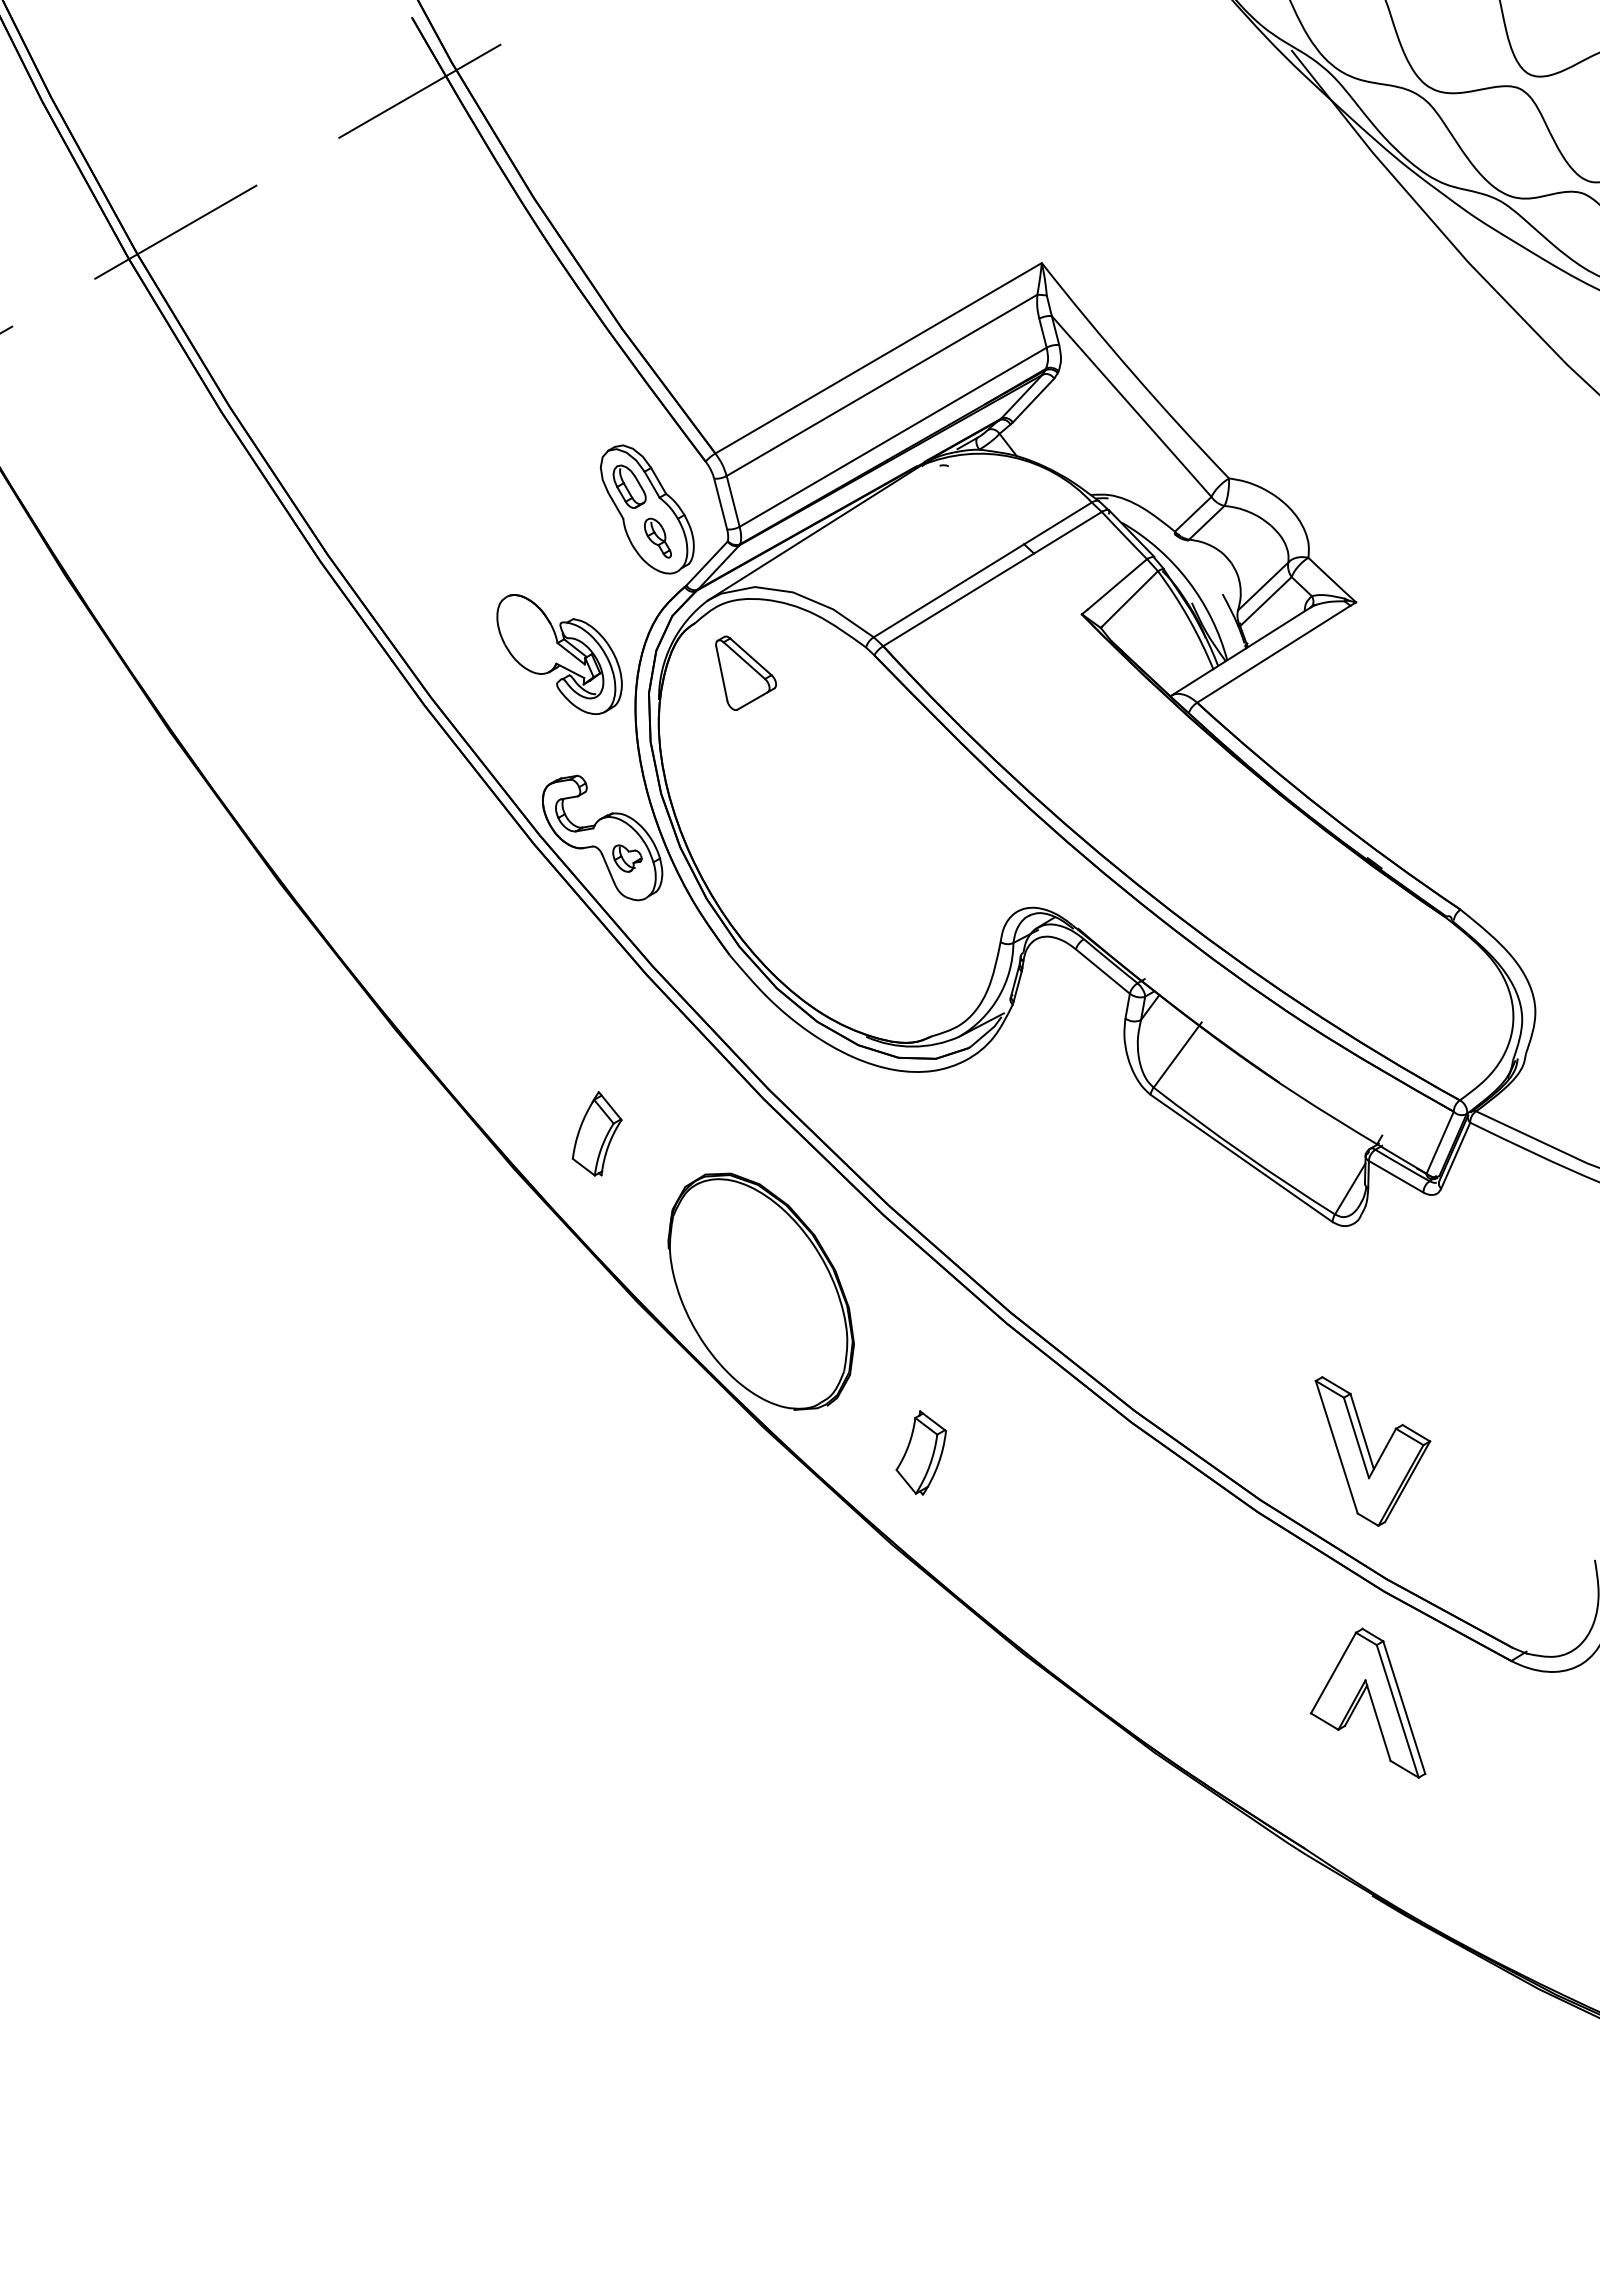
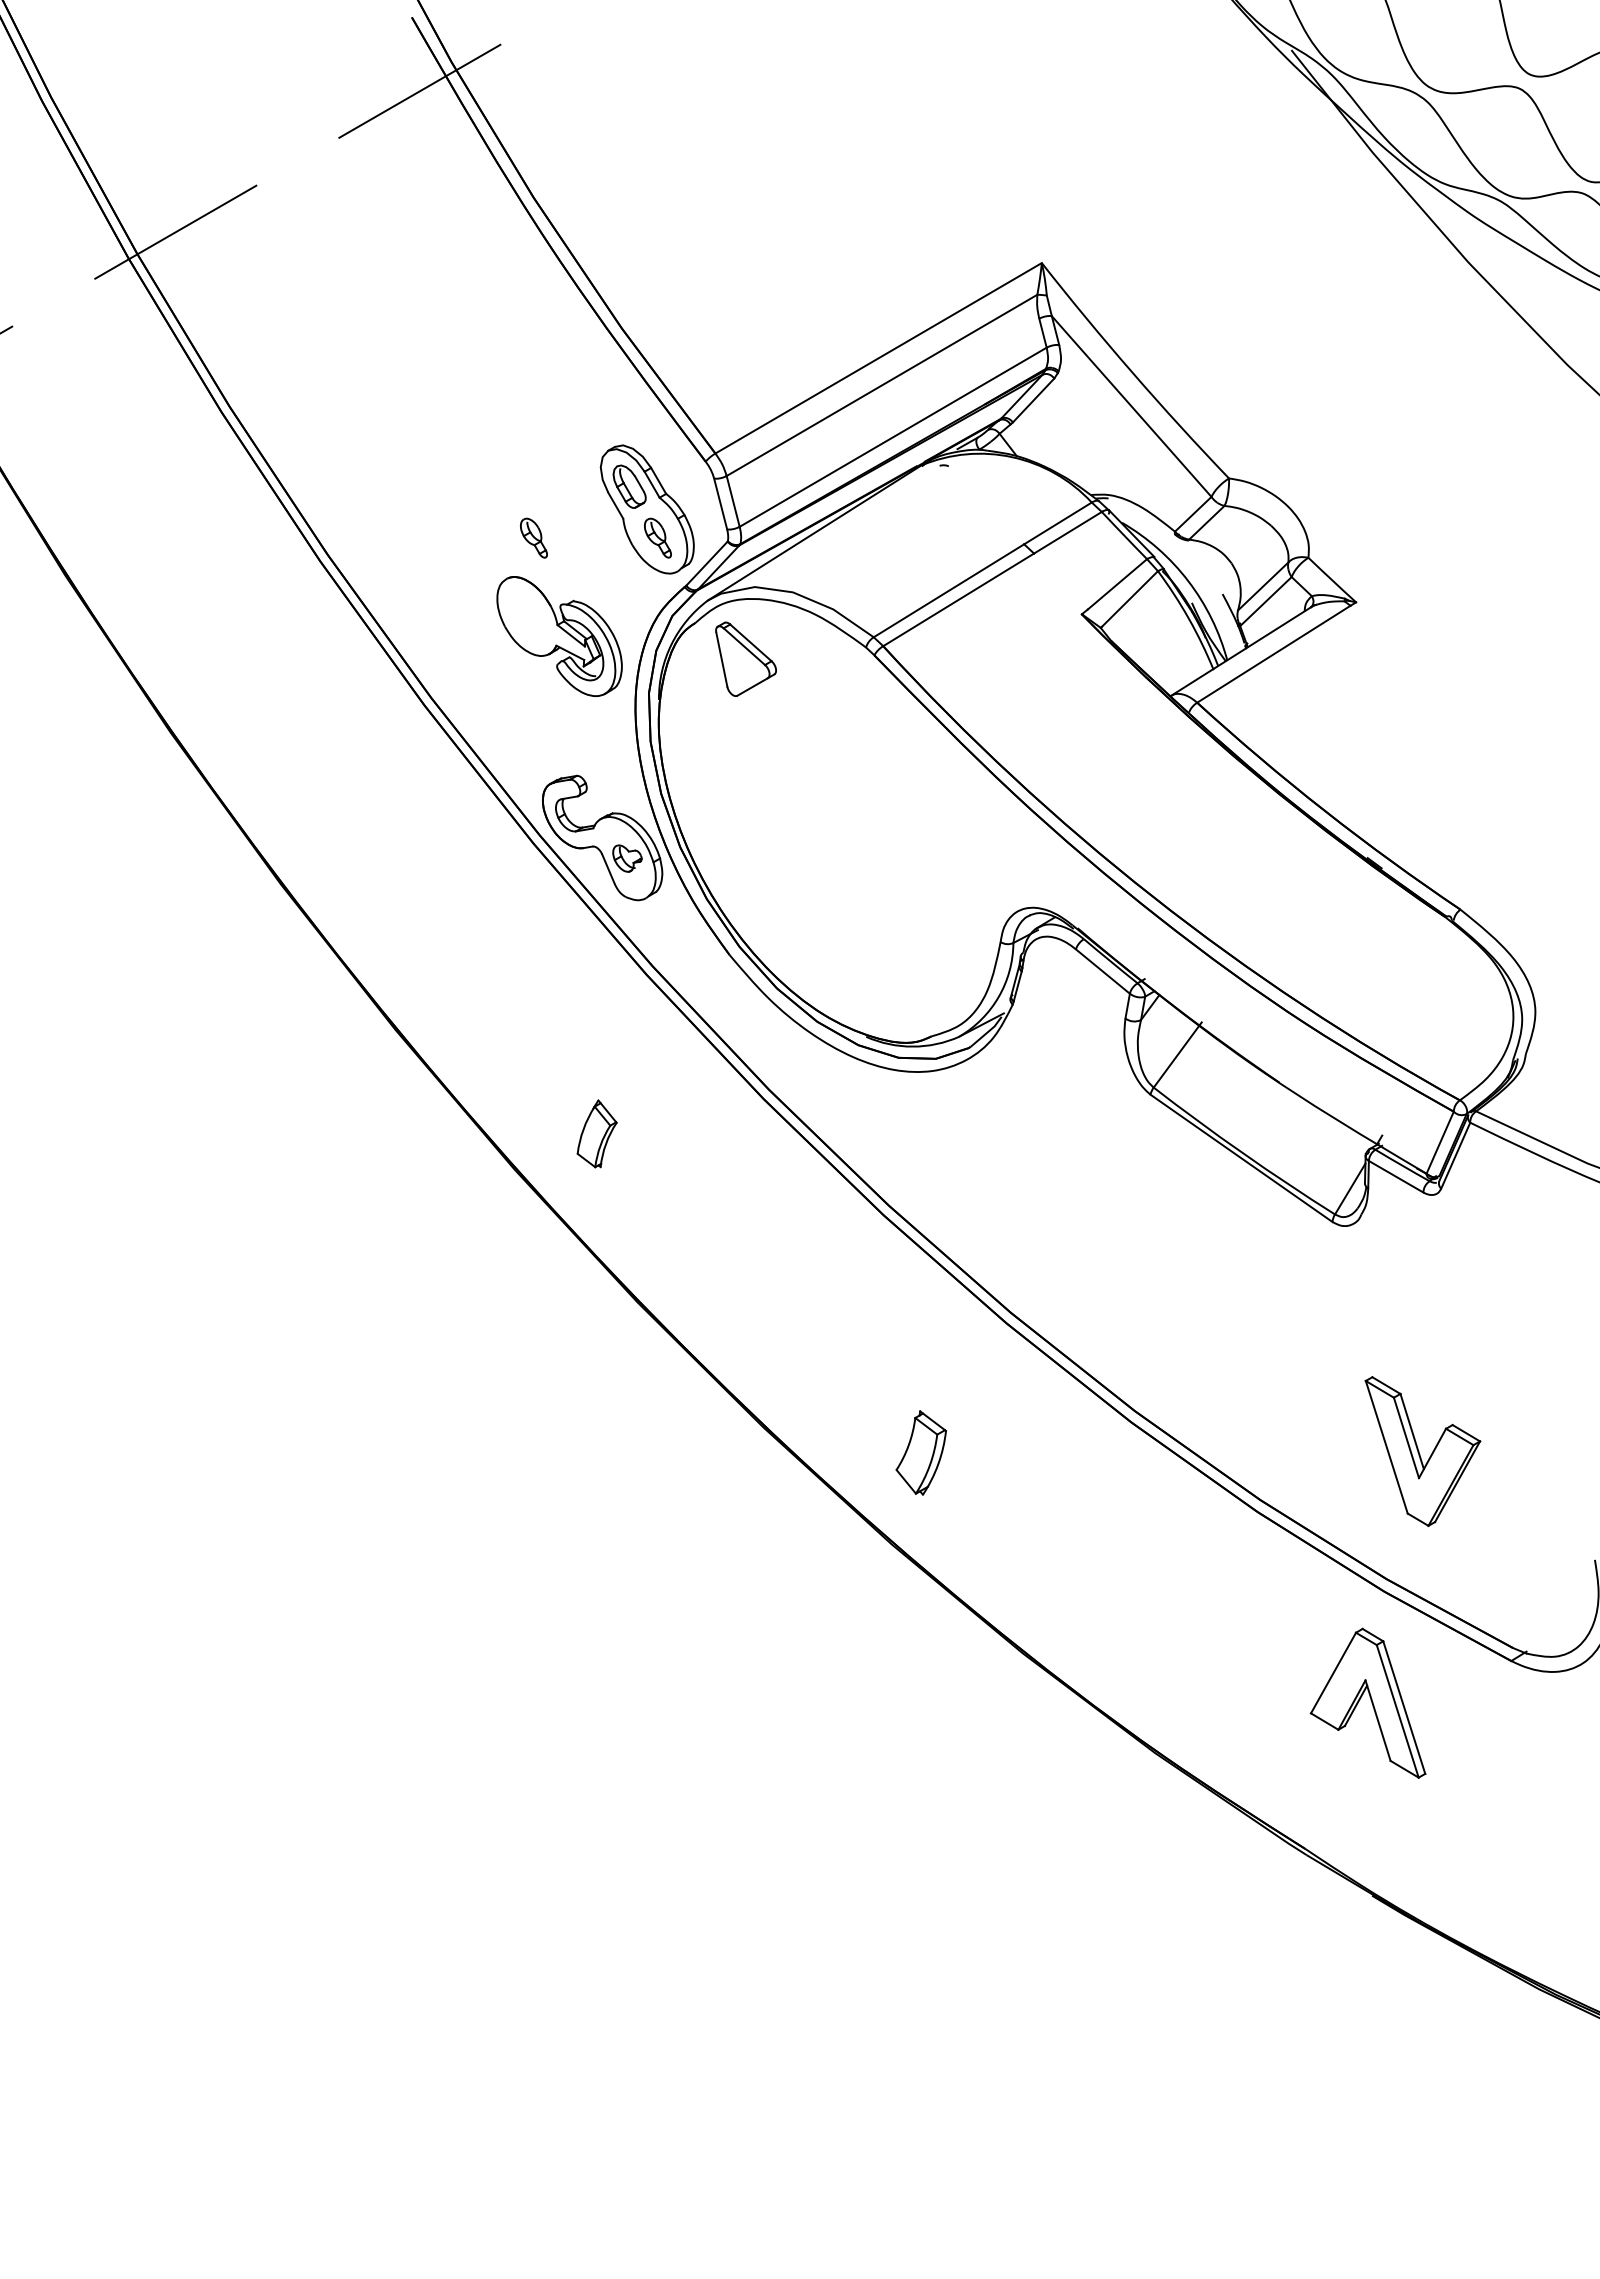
part at (533, 537): none -> present
part at (559, 654) position: (559, 654) -> (559, 636)
part at (745, 672) position: (745, 672) -> (745, 658)
part at (596, 1133) size: 52x86 px -> 42x70 px
part at (760, 1291): present -> none
part at (1372, 1451) position: (1372, 1451) -> (1422, 1451)
